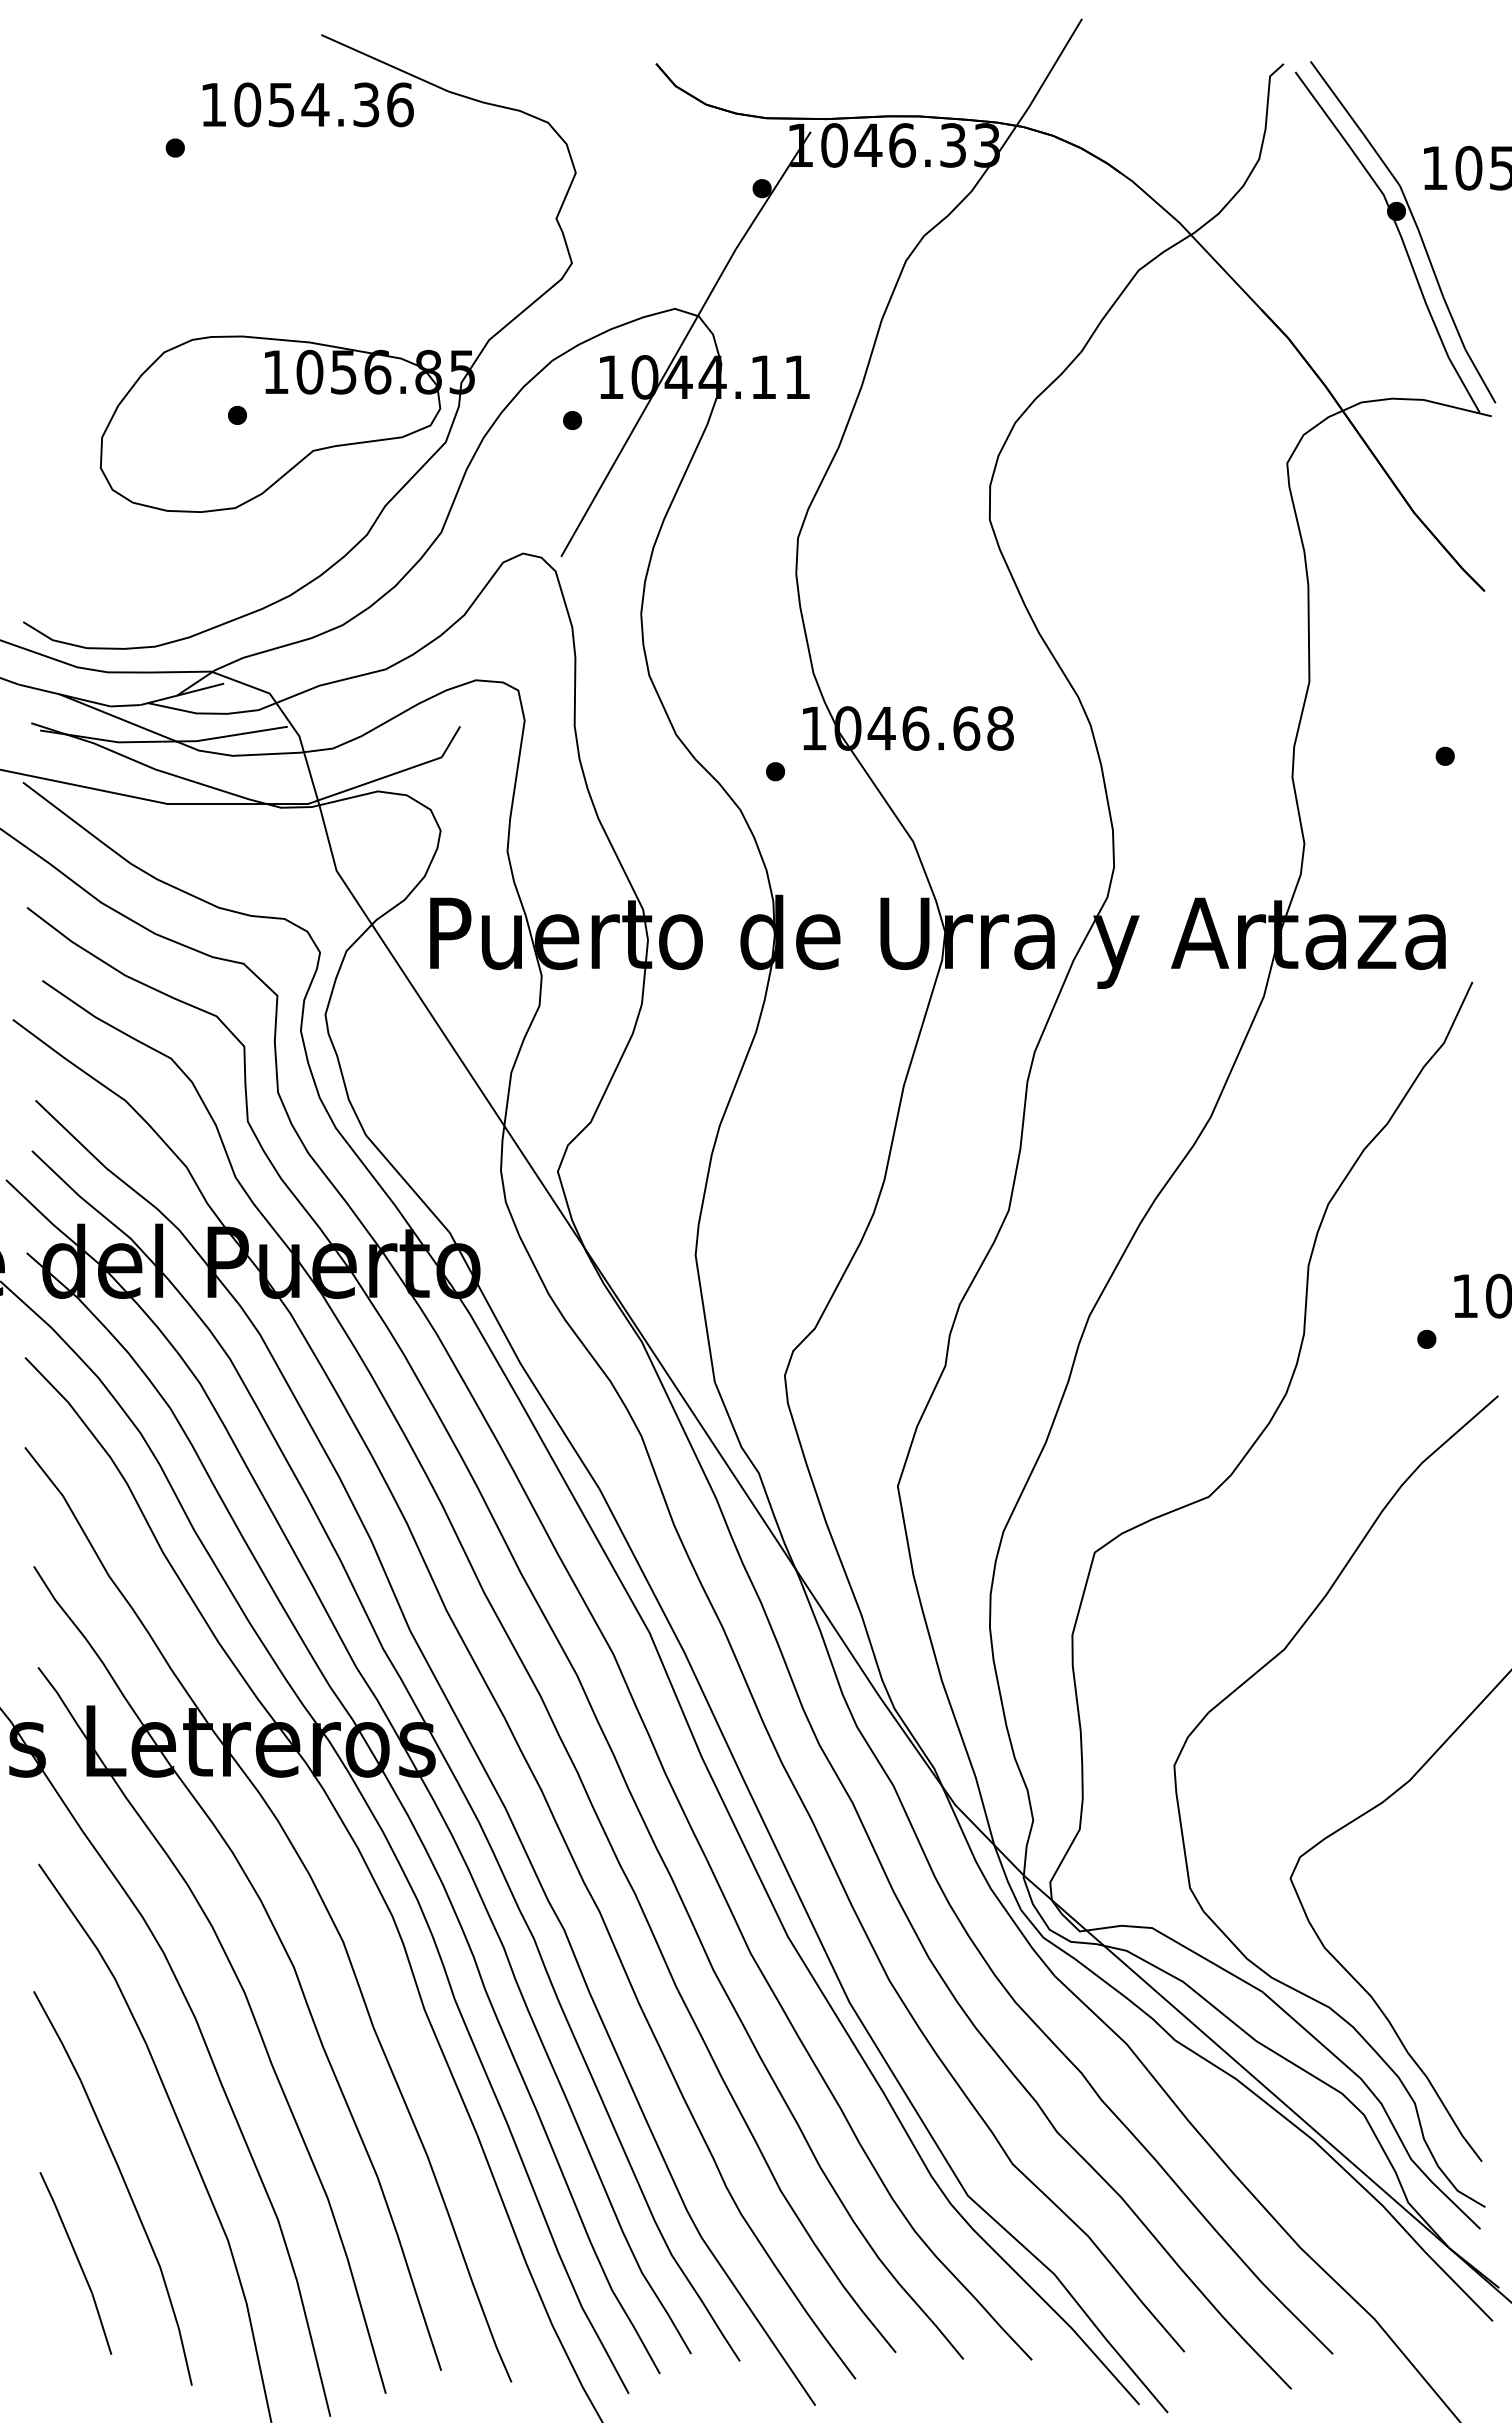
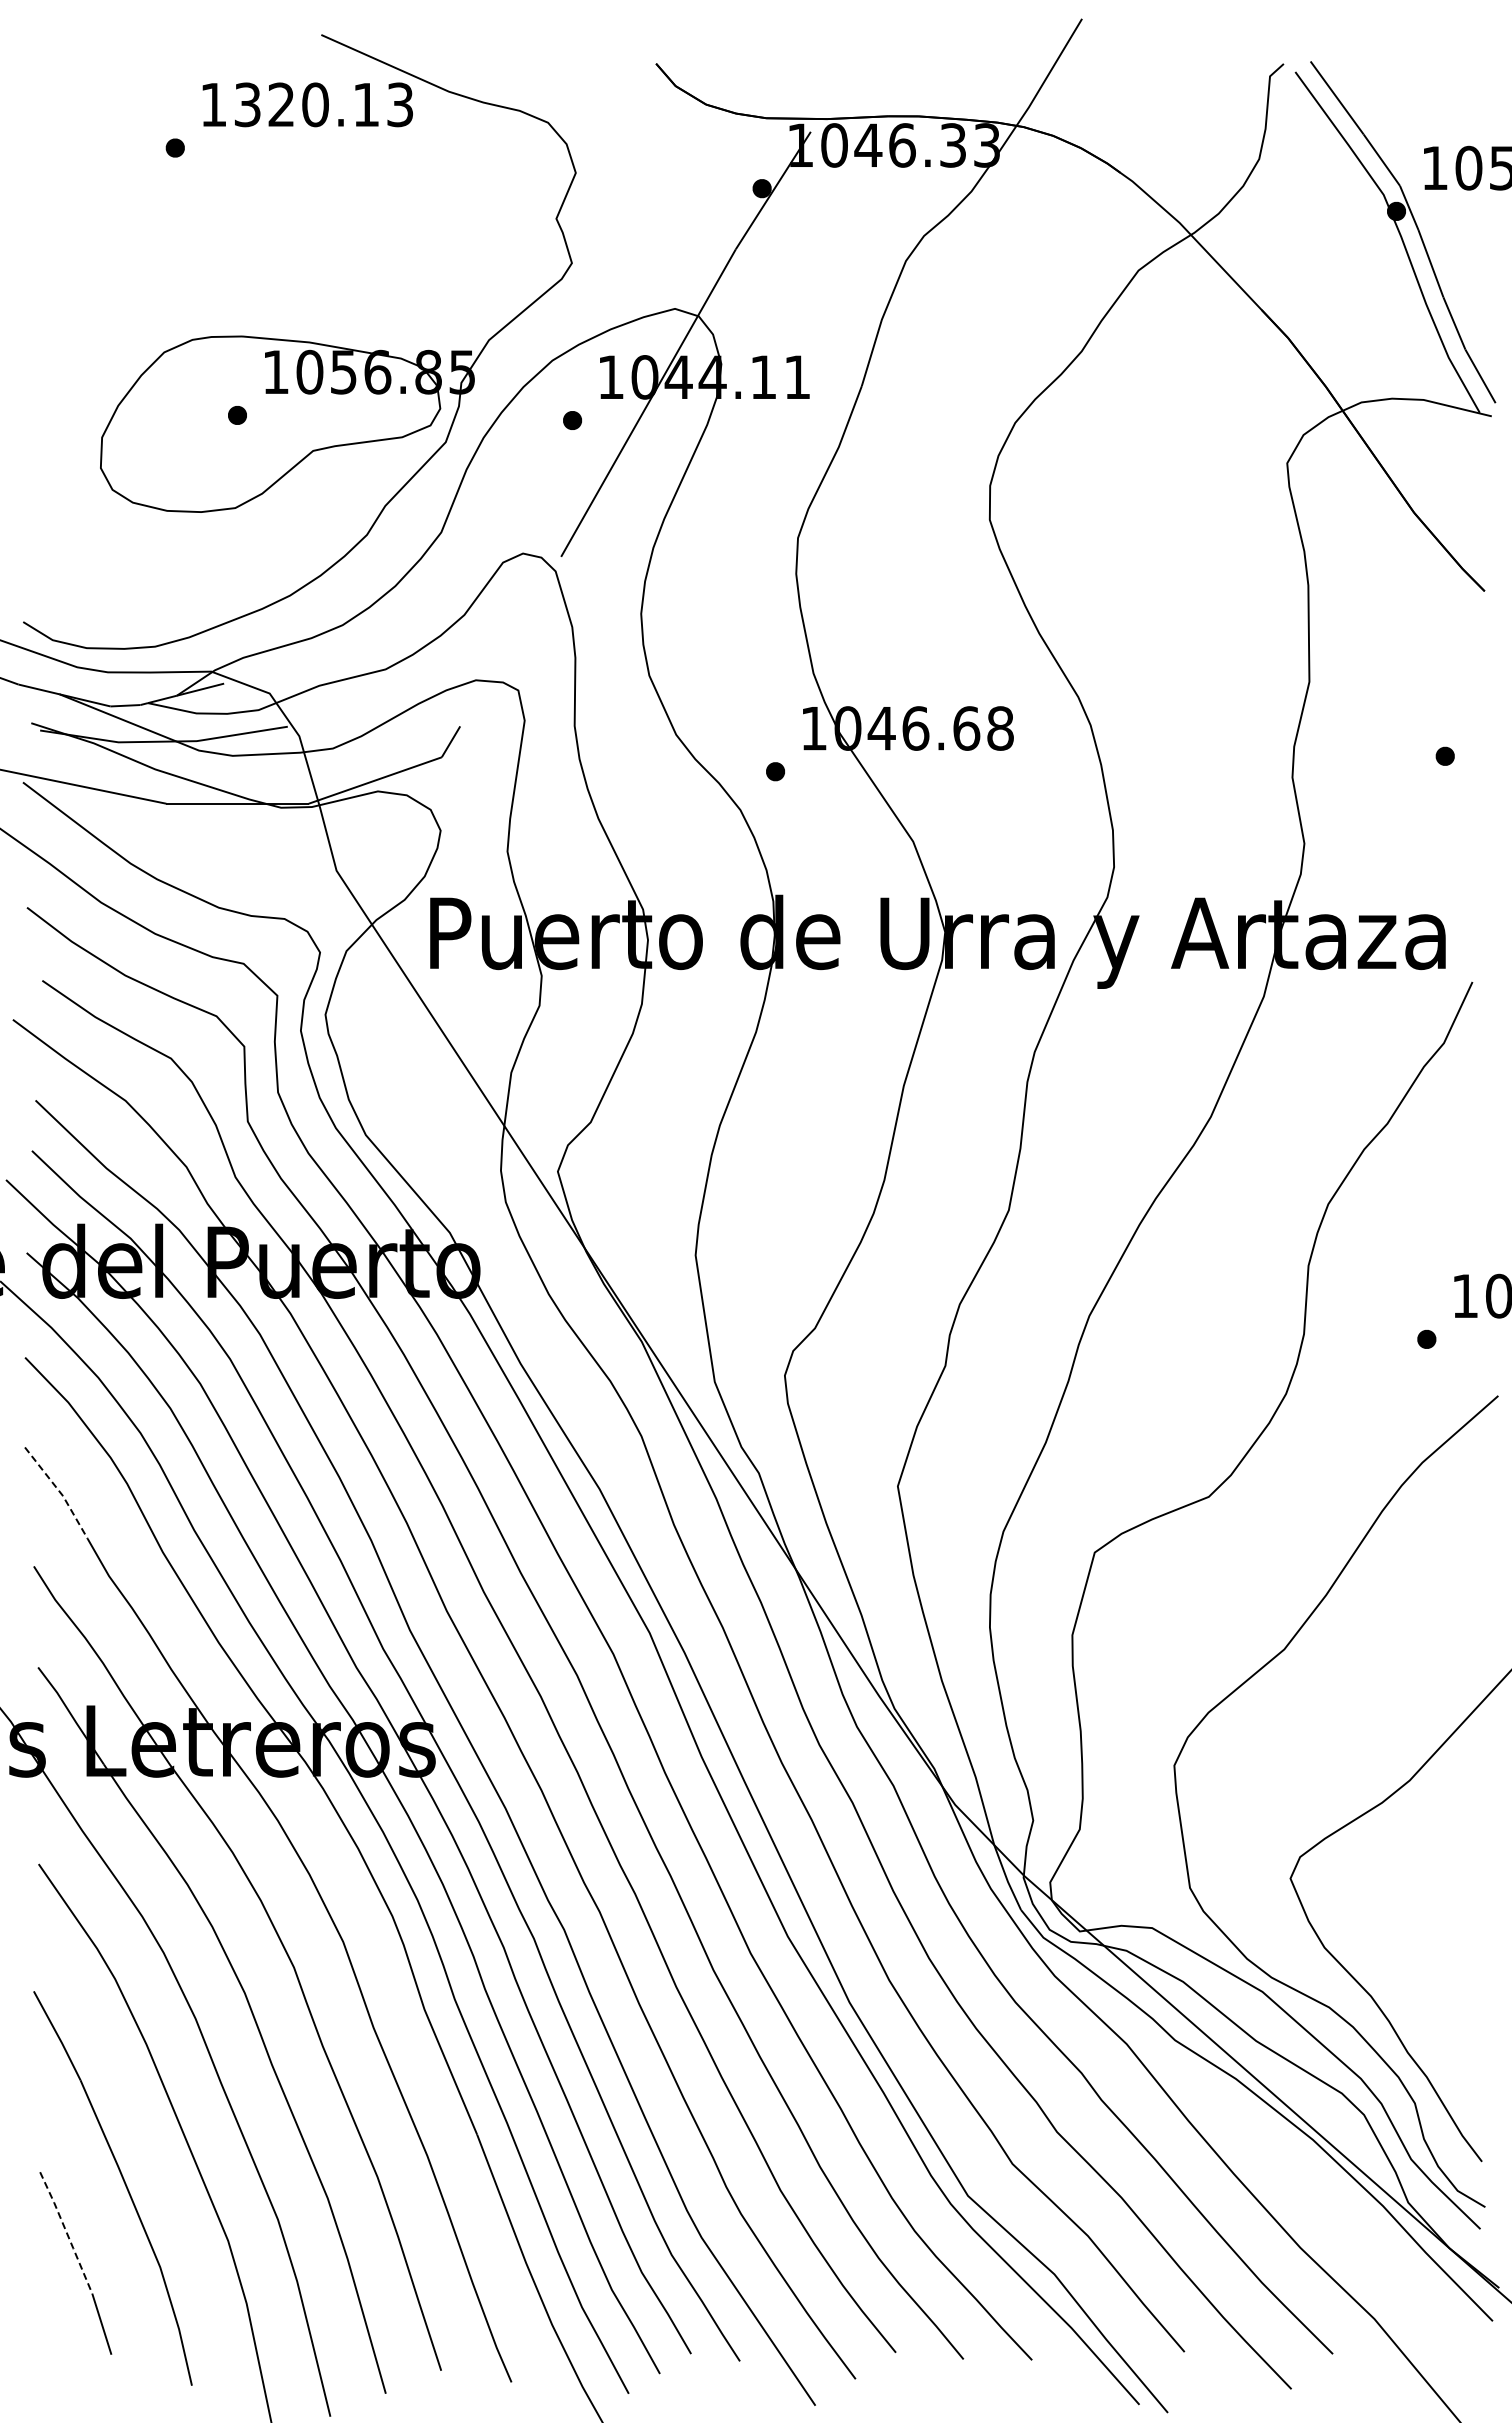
text at (323, 104): 1054.36 -> 1320.13
line at (60, 1492): solid -> dashed
line at (66, 2232): solid -> dashed
